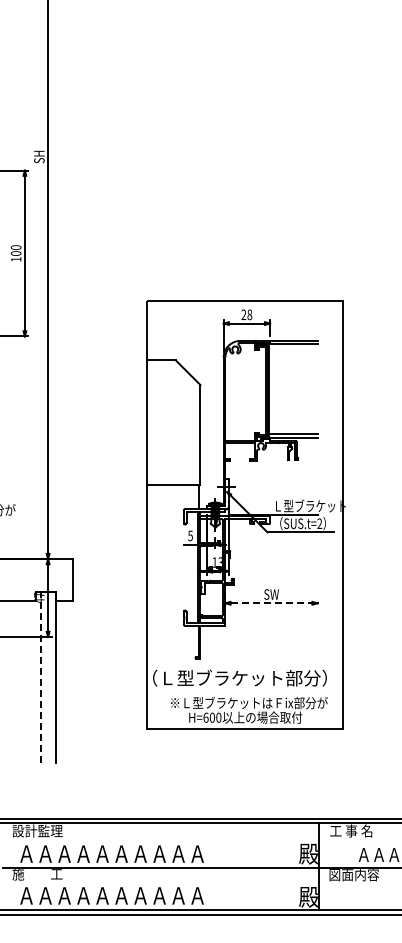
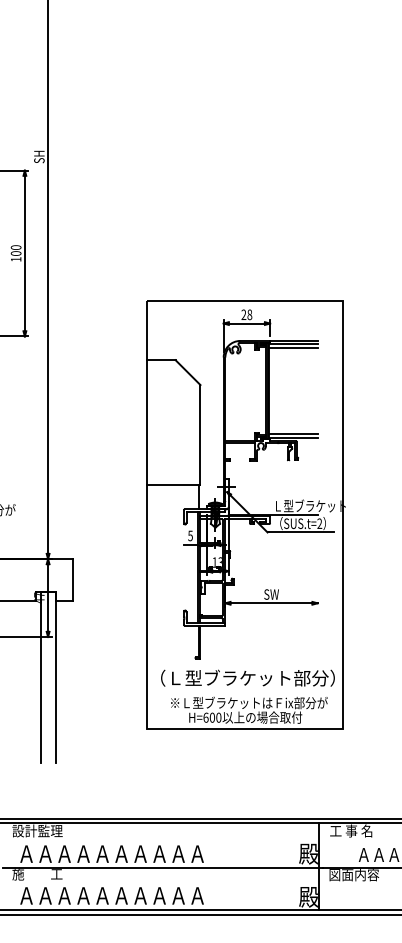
line at (292, 347): none -> present
line at (271, 603): dashed -> solid
line at (40, 676): dashed -> solid
text at (239, 677) position: (239, 677) -> (247, 677)
